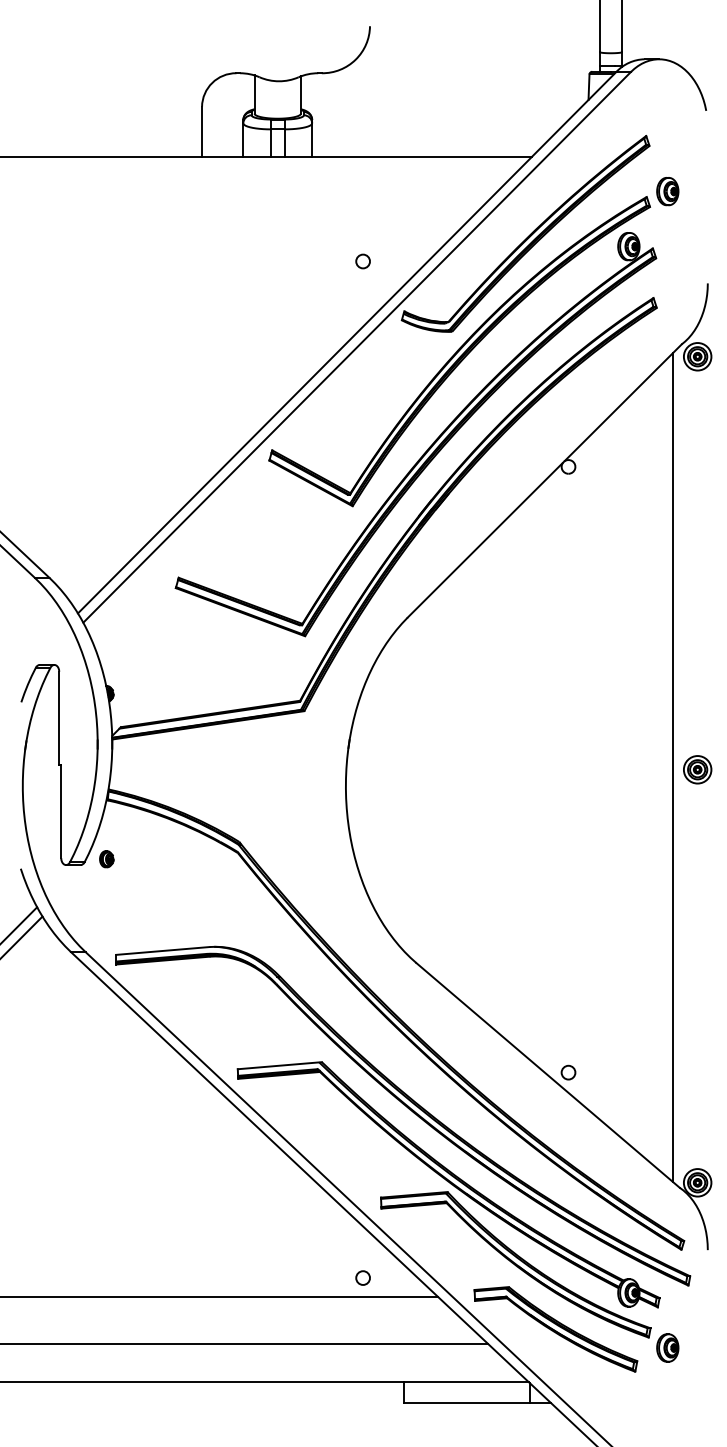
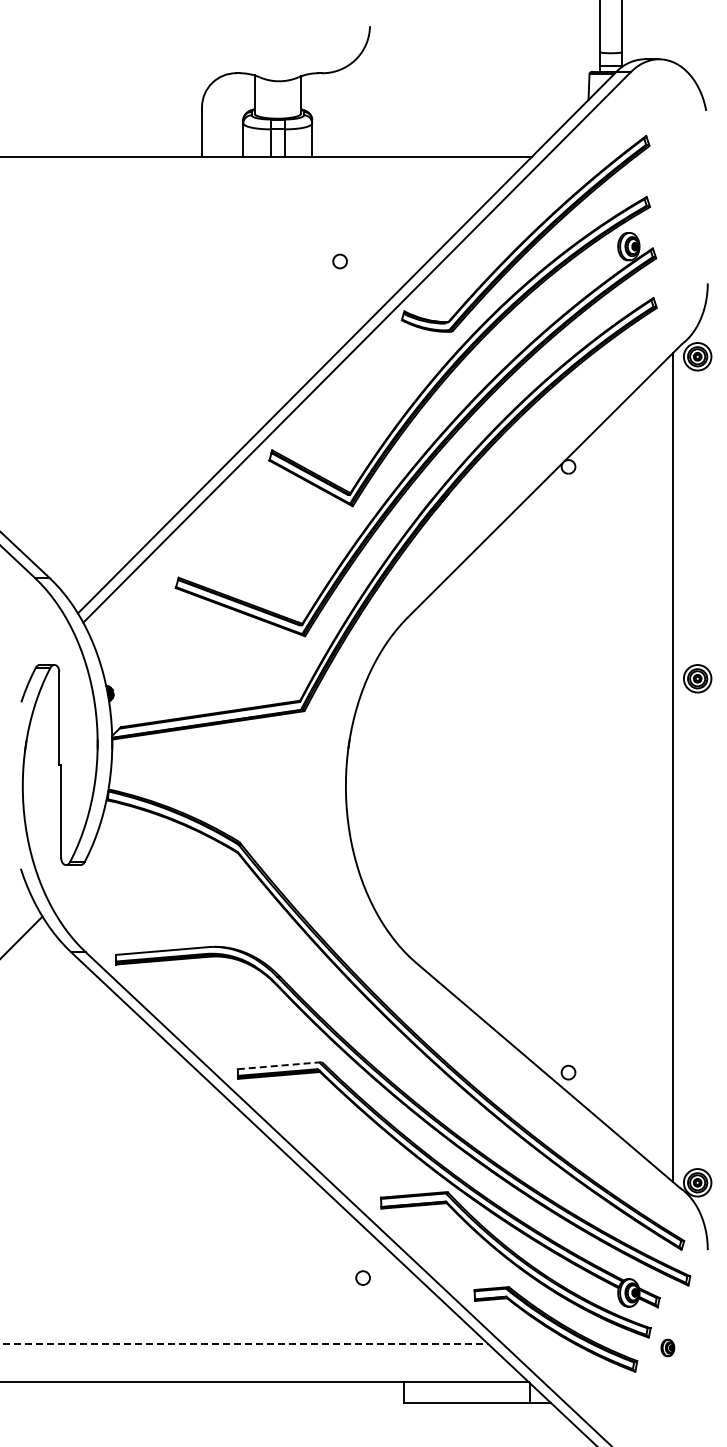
part at (667, 191): present -> none
circle at (362, 261) position: (362, 261) -> (339, 261)
part at (697, 769) position: (697, 769) -> (697, 678)
part at (106, 859): present -> none
line at (19, 924): present -> none
line at (280, 1065): solid -> dashed
line at (220, 1297): present -> none
line at (244, 1343): solid -> dashed
part at (667, 1347) size: 24x30 px -> 16x20 px
